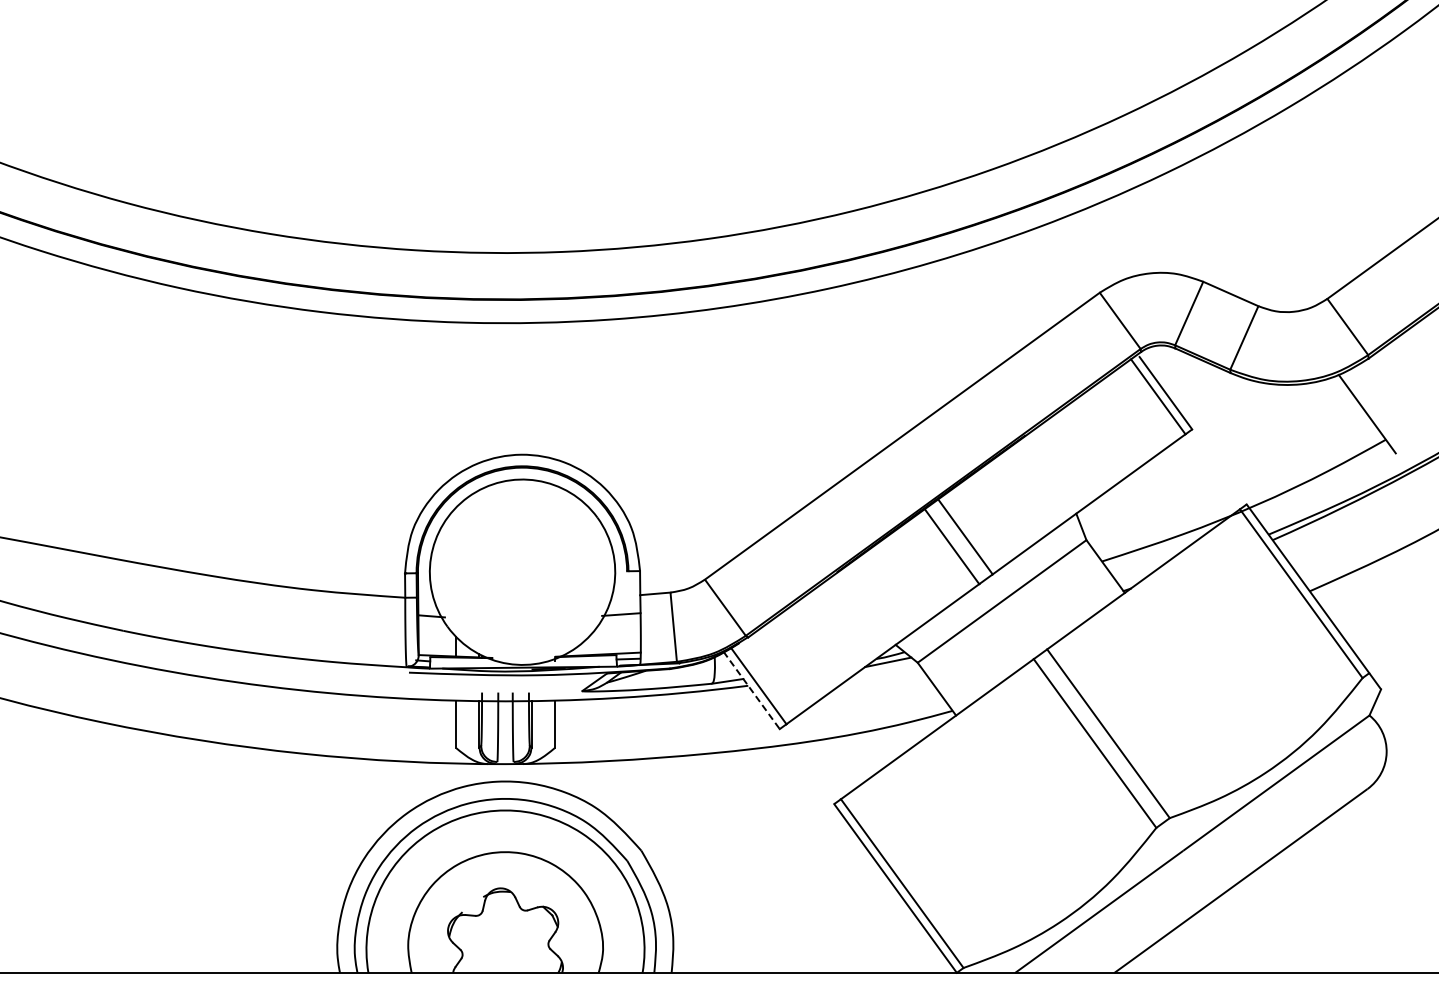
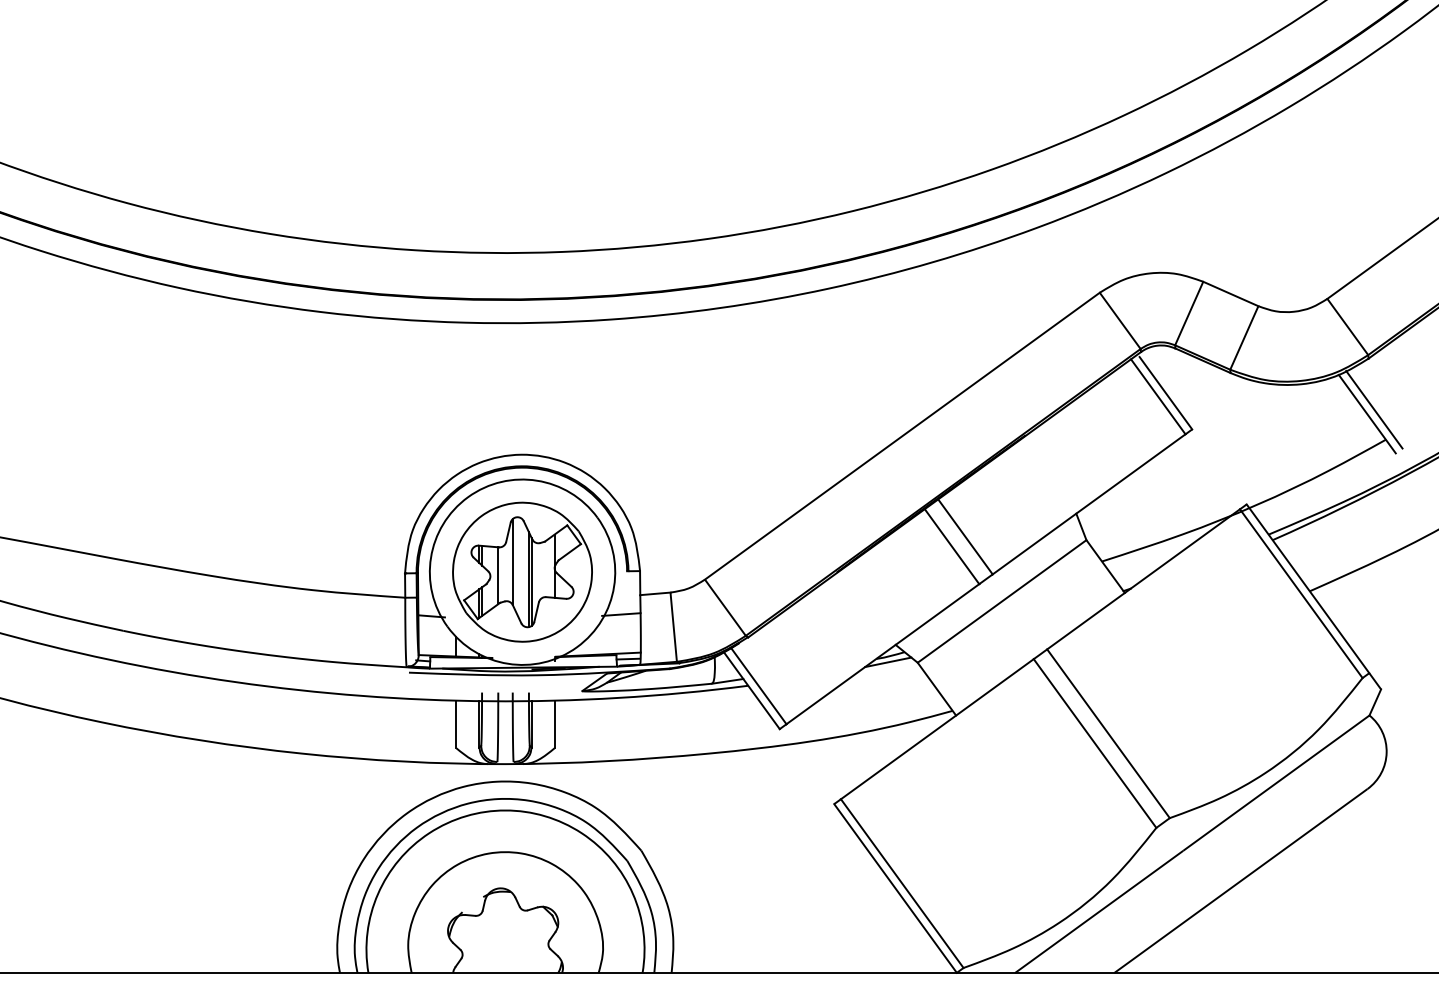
line at (1374, 409): none -> present
part at (522, 571): none -> present
line at (751, 690): dashed -> solid
